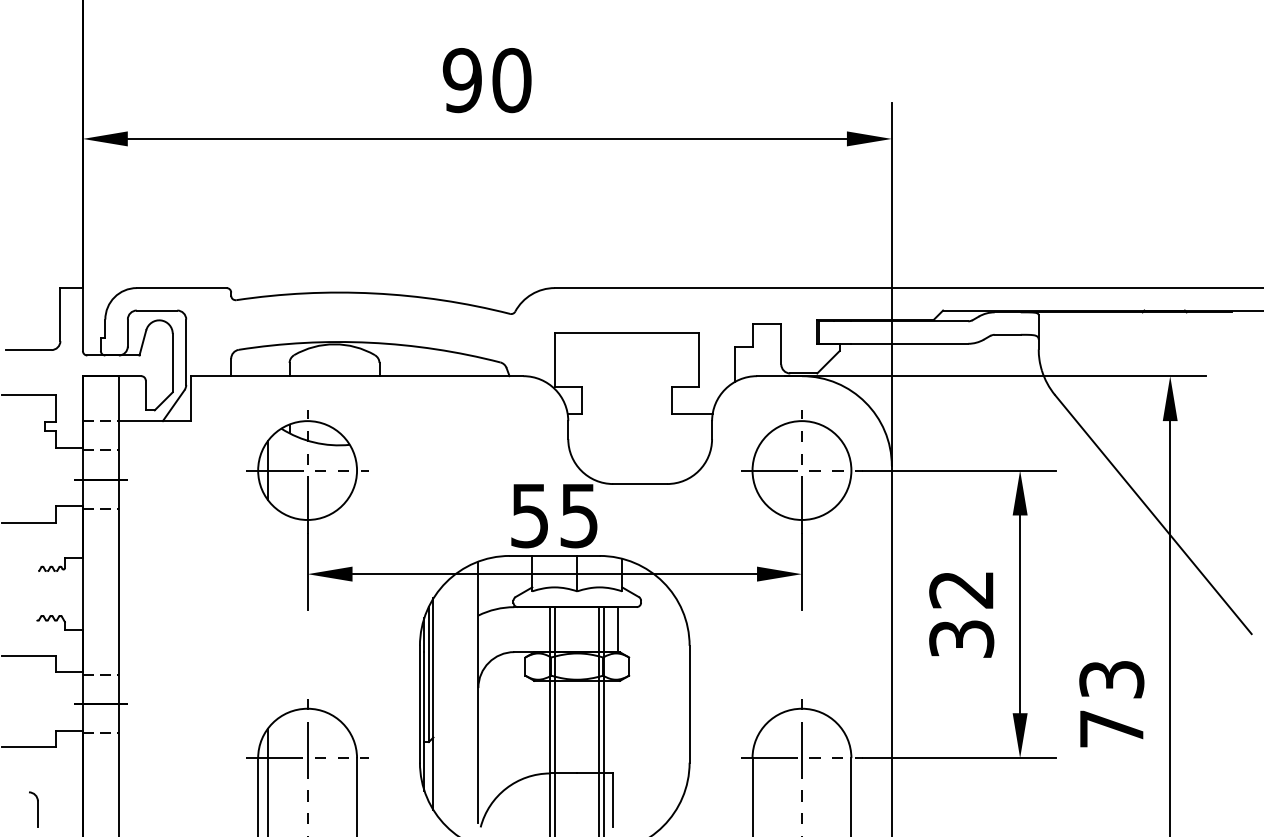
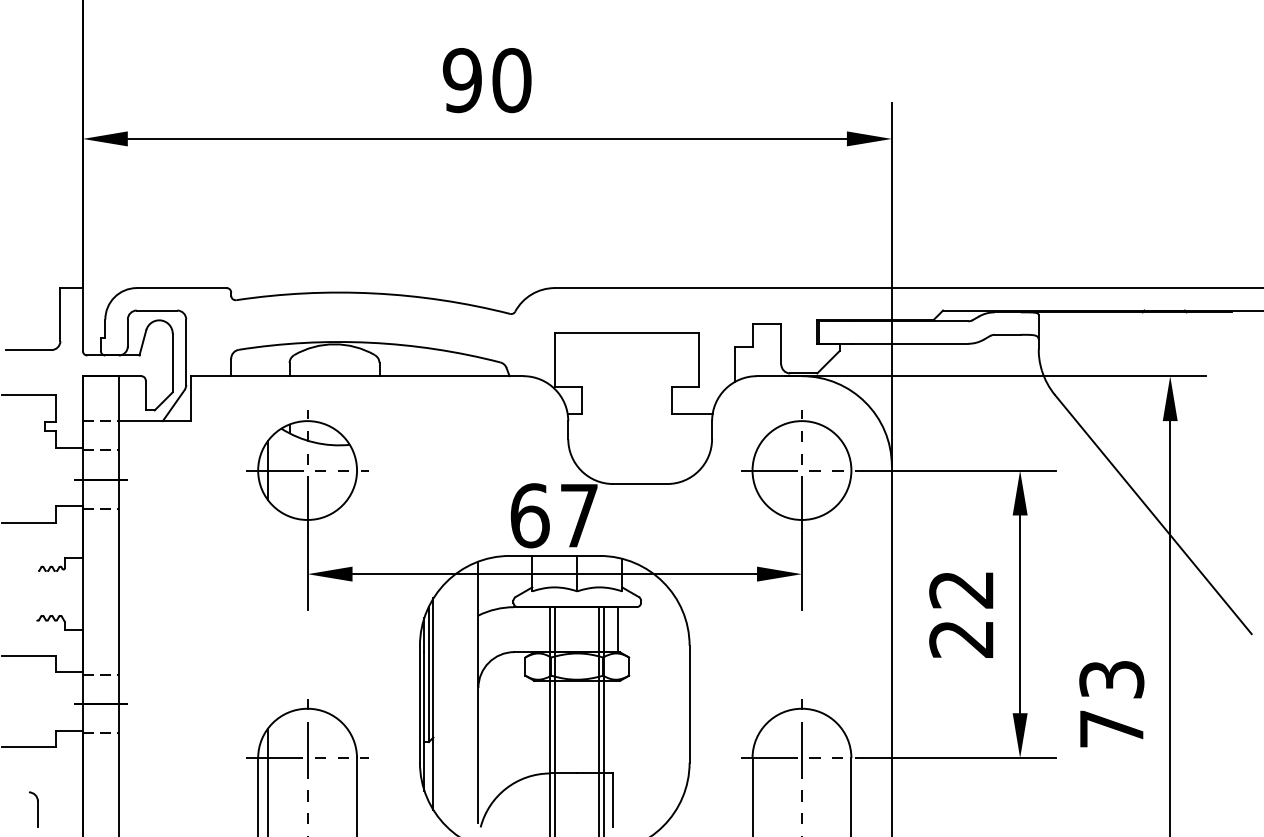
text at (553, 515): 55 -> 67
text at (961, 638): 32 -> 22
